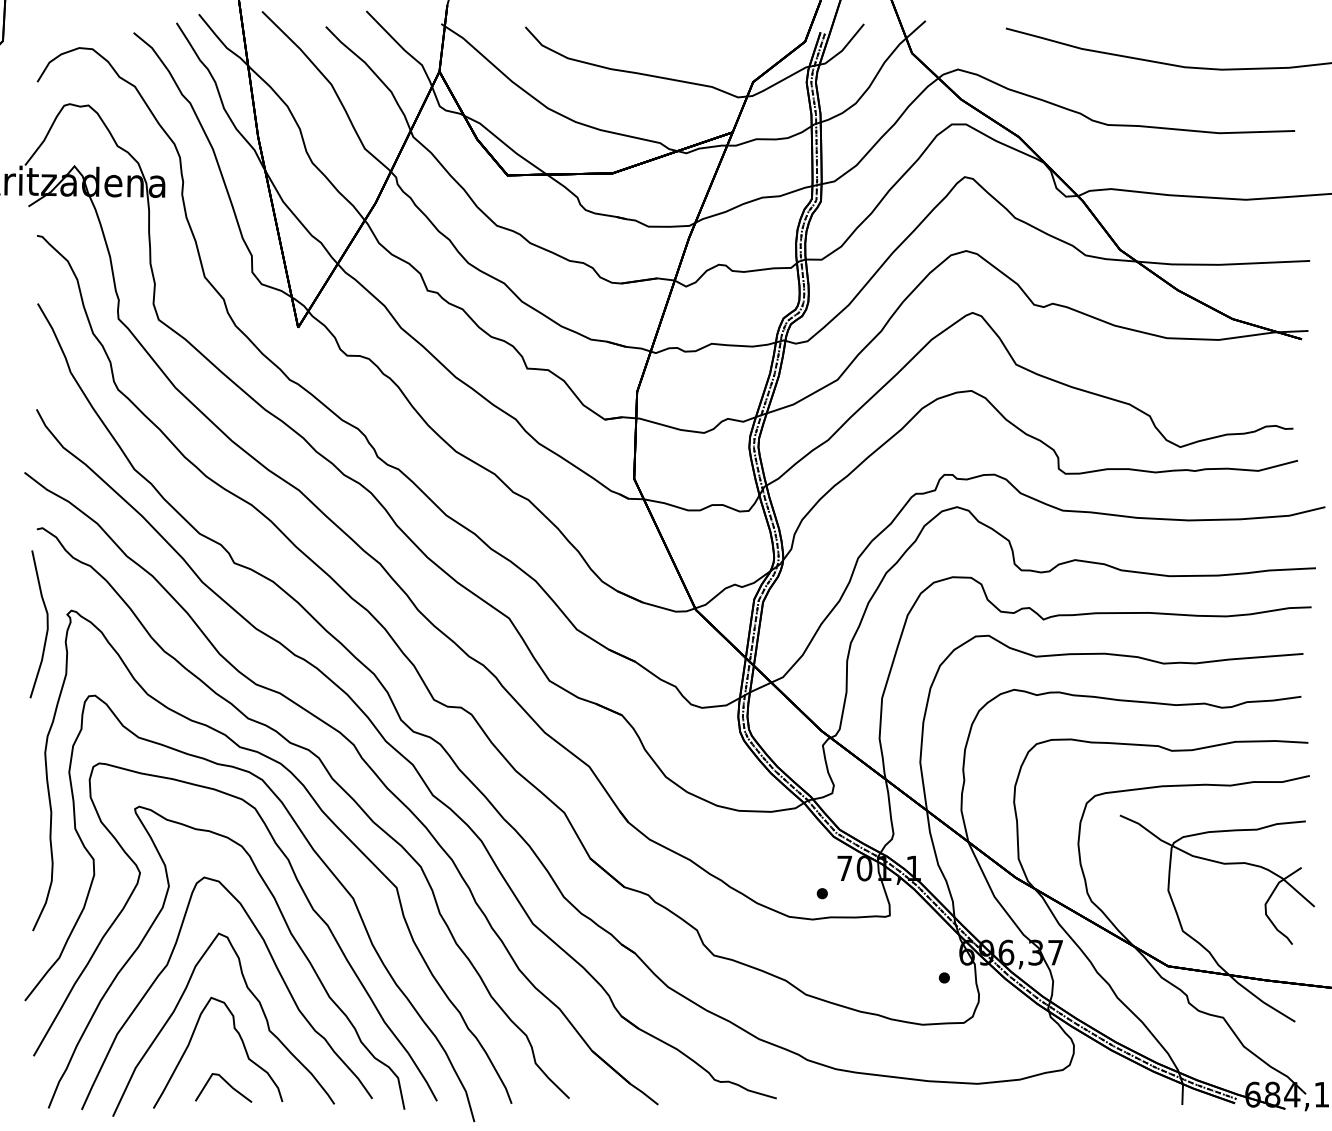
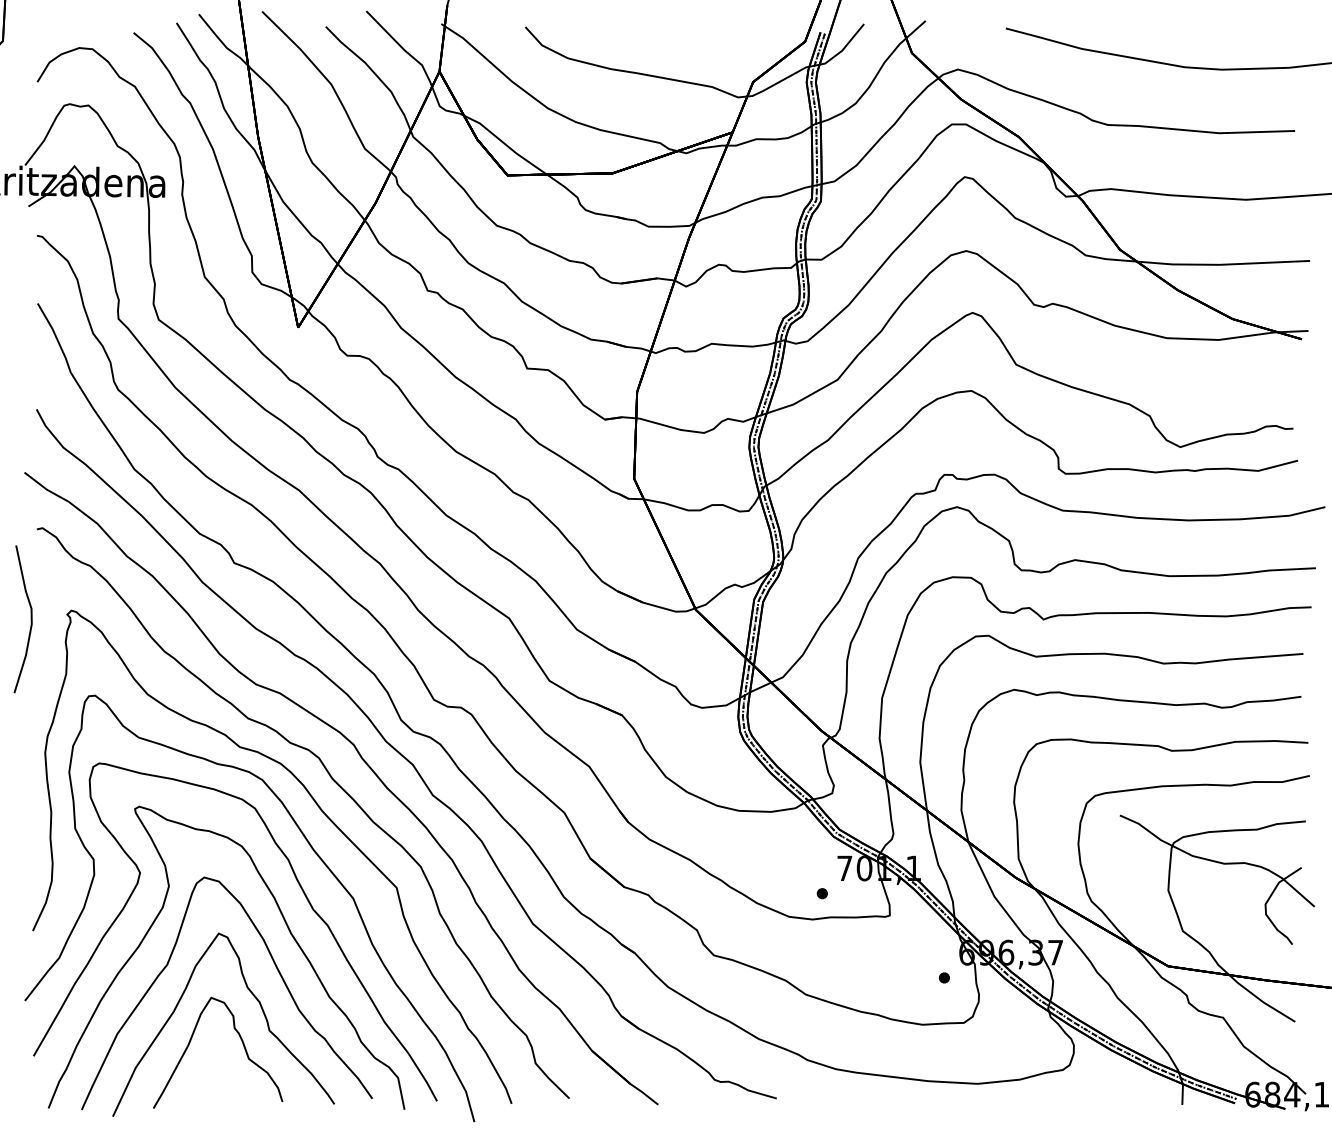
curve at (46, 624) position: (46, 624) -> (30, 619)
line at (226, 1083): present -> none
